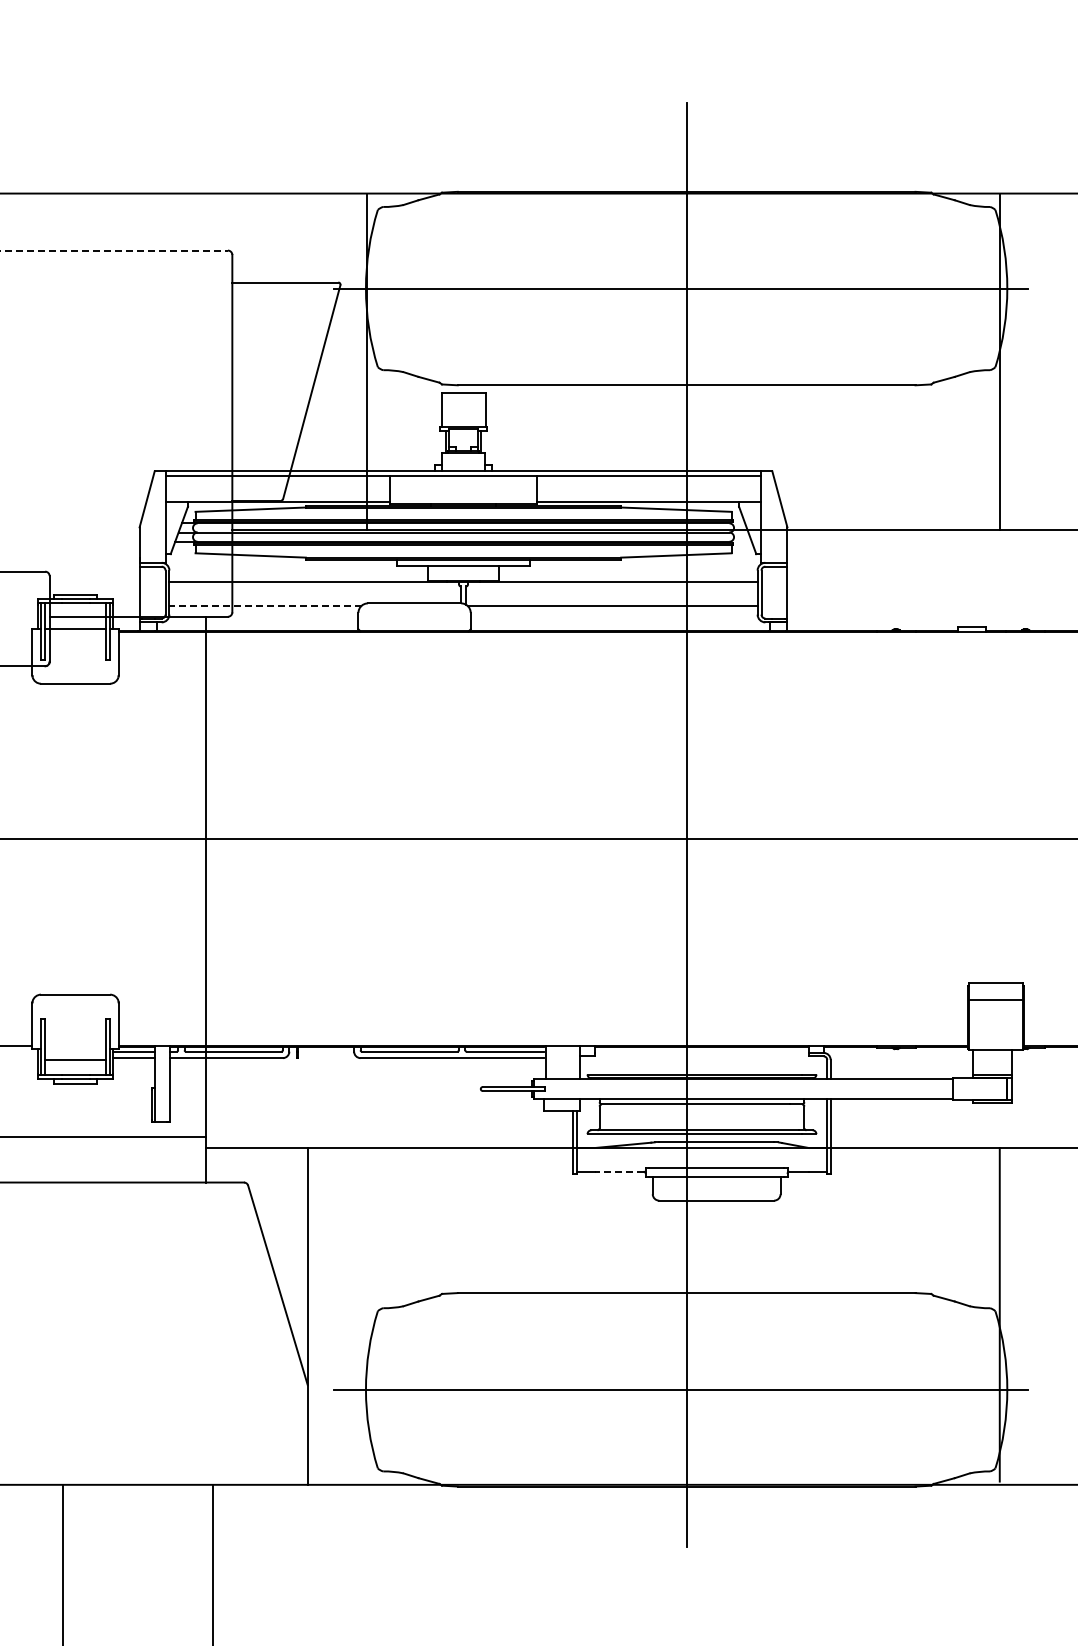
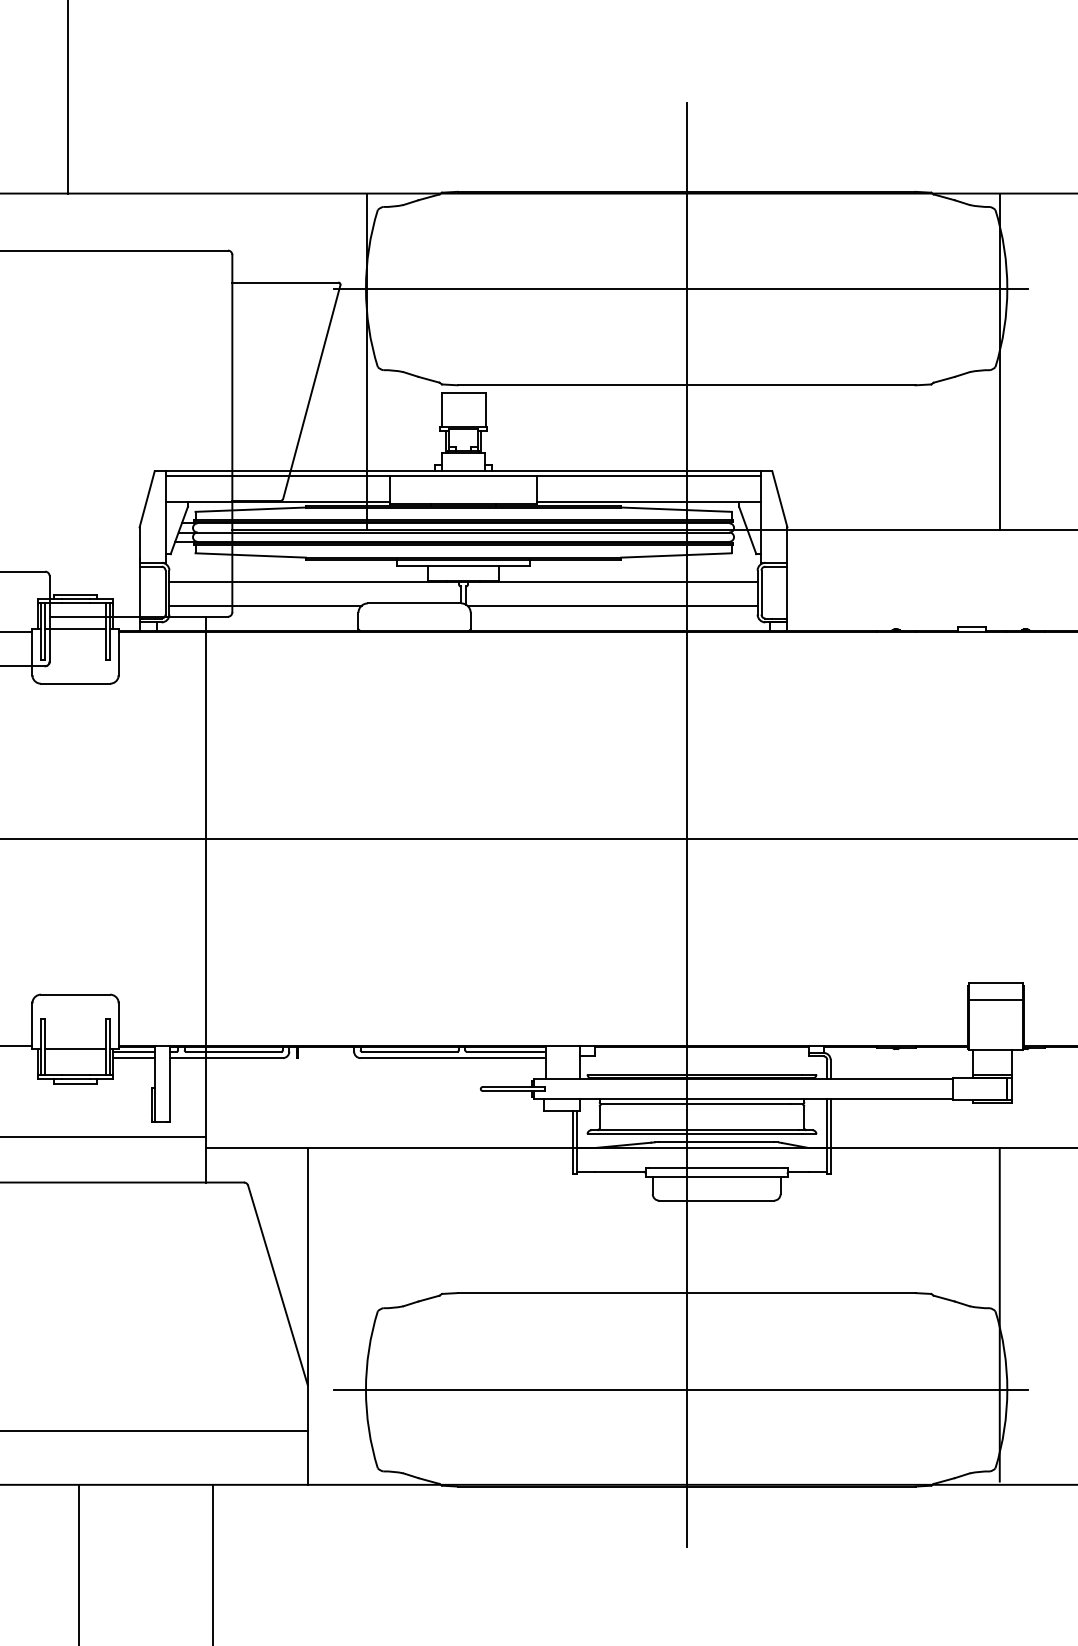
line at (68, 97): none -> present
line at (113, 250): dashed -> solid
line at (265, 605): dashed -> solid
line at (17, 631): none -> present
line at (75, 1060) position: (75, 1060) -> (75, 1049)
line at (619, 1171): dashed -> solid
line at (154, 1430): none -> present
line at (62, 1563) position: (62, 1563) -> (78, 1563)
